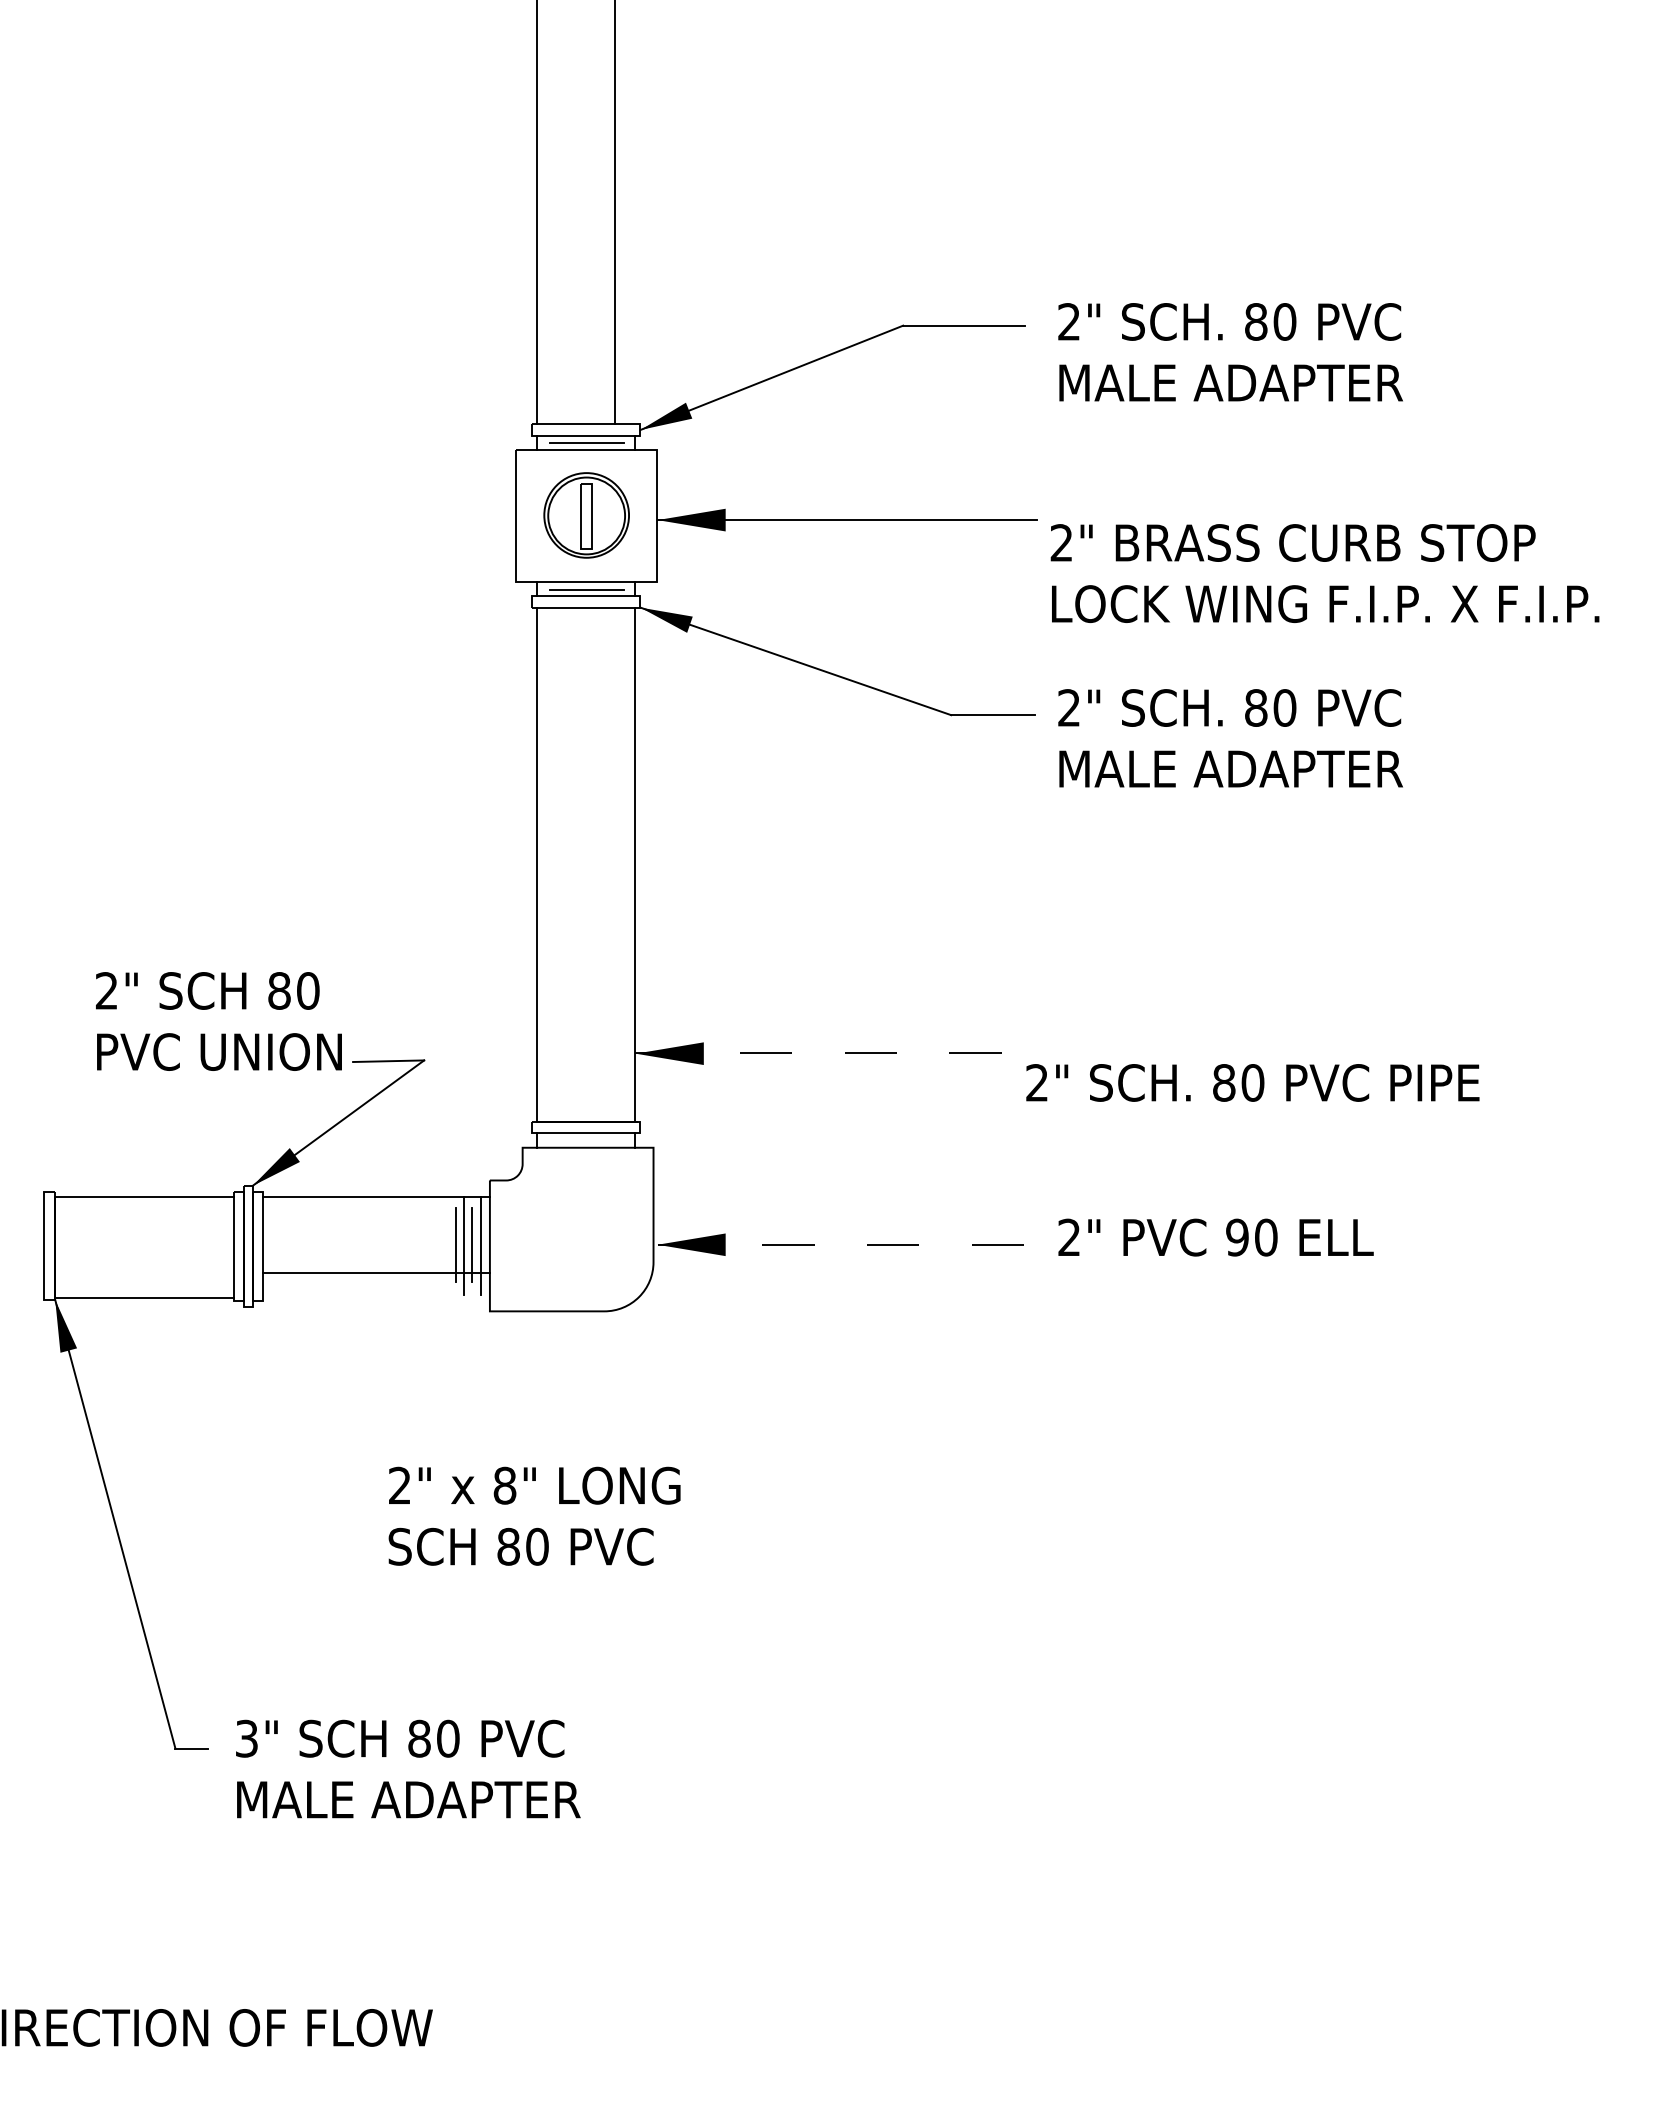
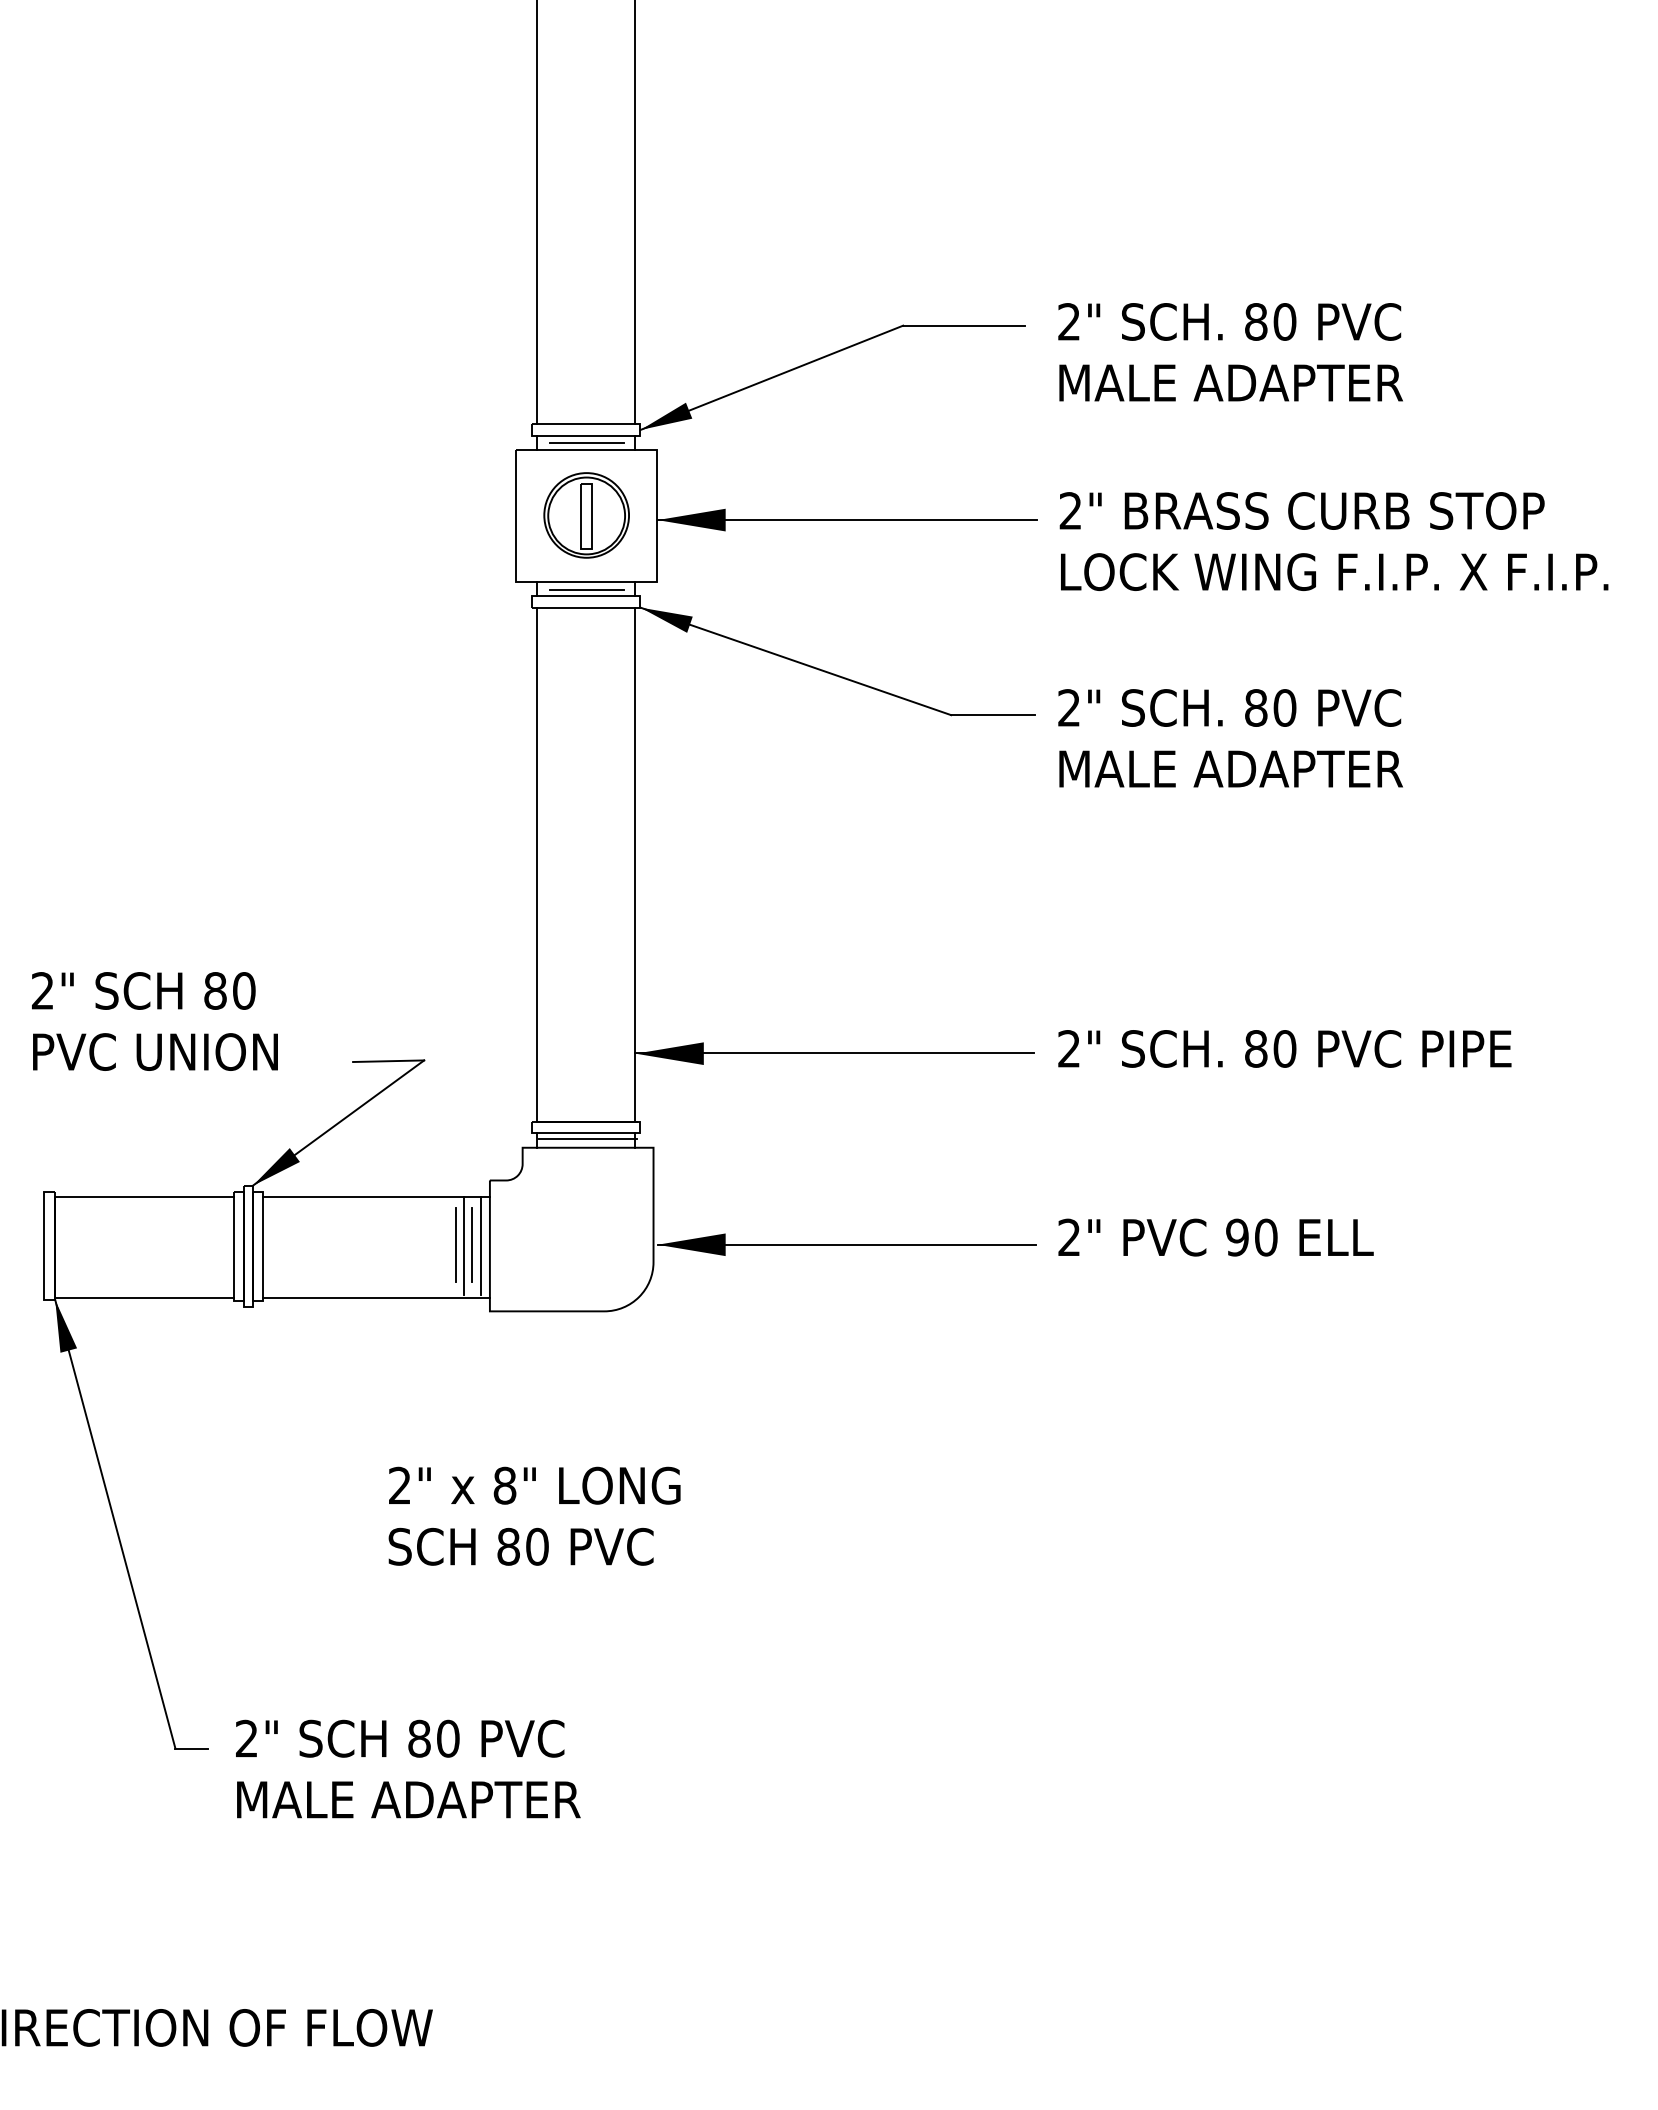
line at (615, 213) position: (615, 213) -> (635, 213)
text at (1324, 573) position: (1324, 573) -> (1333, 541)
text at (218, 1021) position: (218, 1021) -> (154, 1021)
line at (834, 1053): dashed -> solid
text at (1252, 1082) position: (1252, 1082) -> (1284, 1048)
line at (588, 1138): none -> present
line at (847, 1244): dashed -> solid
line at (376, 1273) position: (376, 1273) -> (376, 1298)
text at (246, 1738): 3" -> 2"
